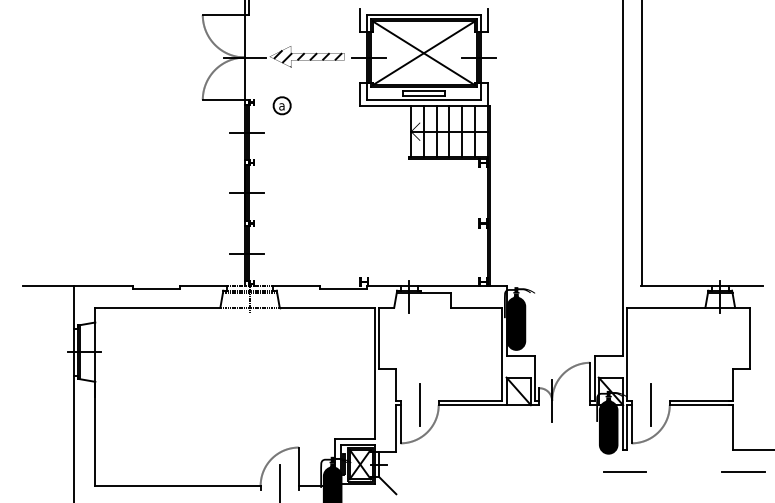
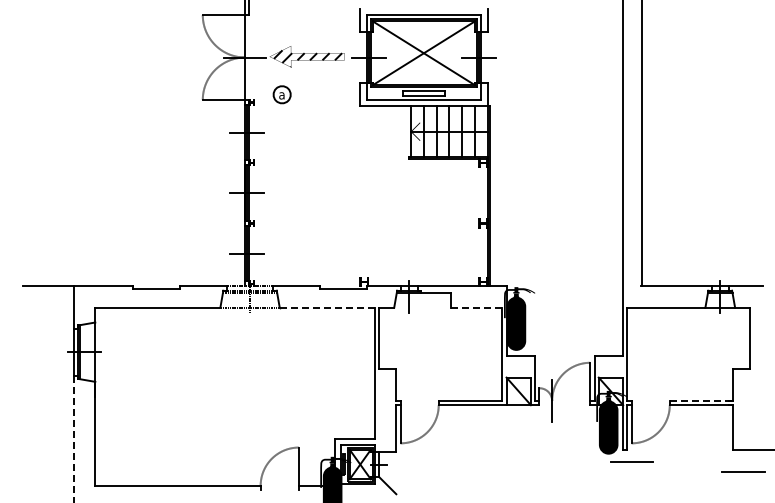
part at (281, 105) position: (281, 105) -> (281, 94)
line at (327, 307): solid -> dashed
line at (476, 307): solid -> dashed
line at (701, 400): solid -> dashed
line at (419, 404): present -> none
line at (650, 404): present -> none
line at (74, 439): solid -> dashed
line at (624, 471) position: (624, 471) -> (631, 461)
line at (279, 481): present -> none
